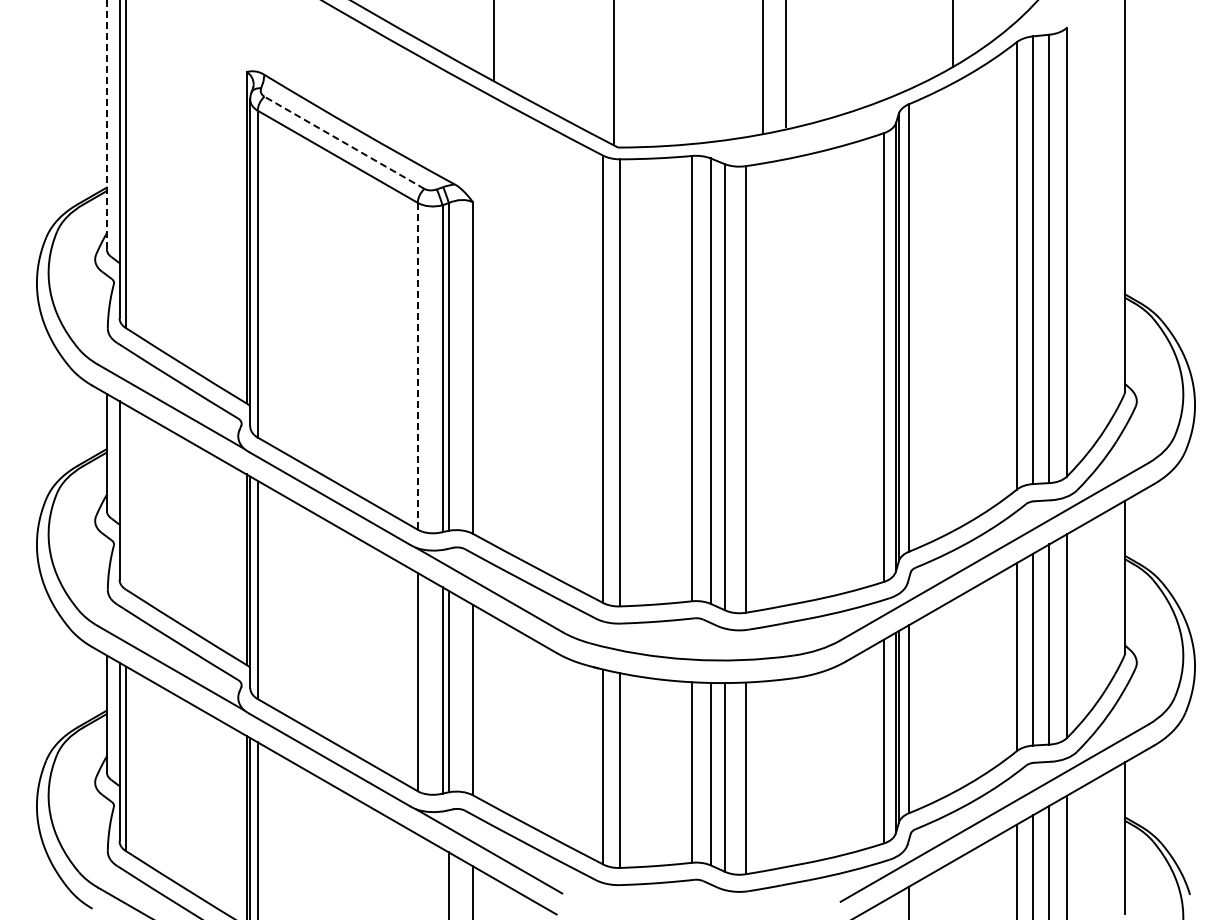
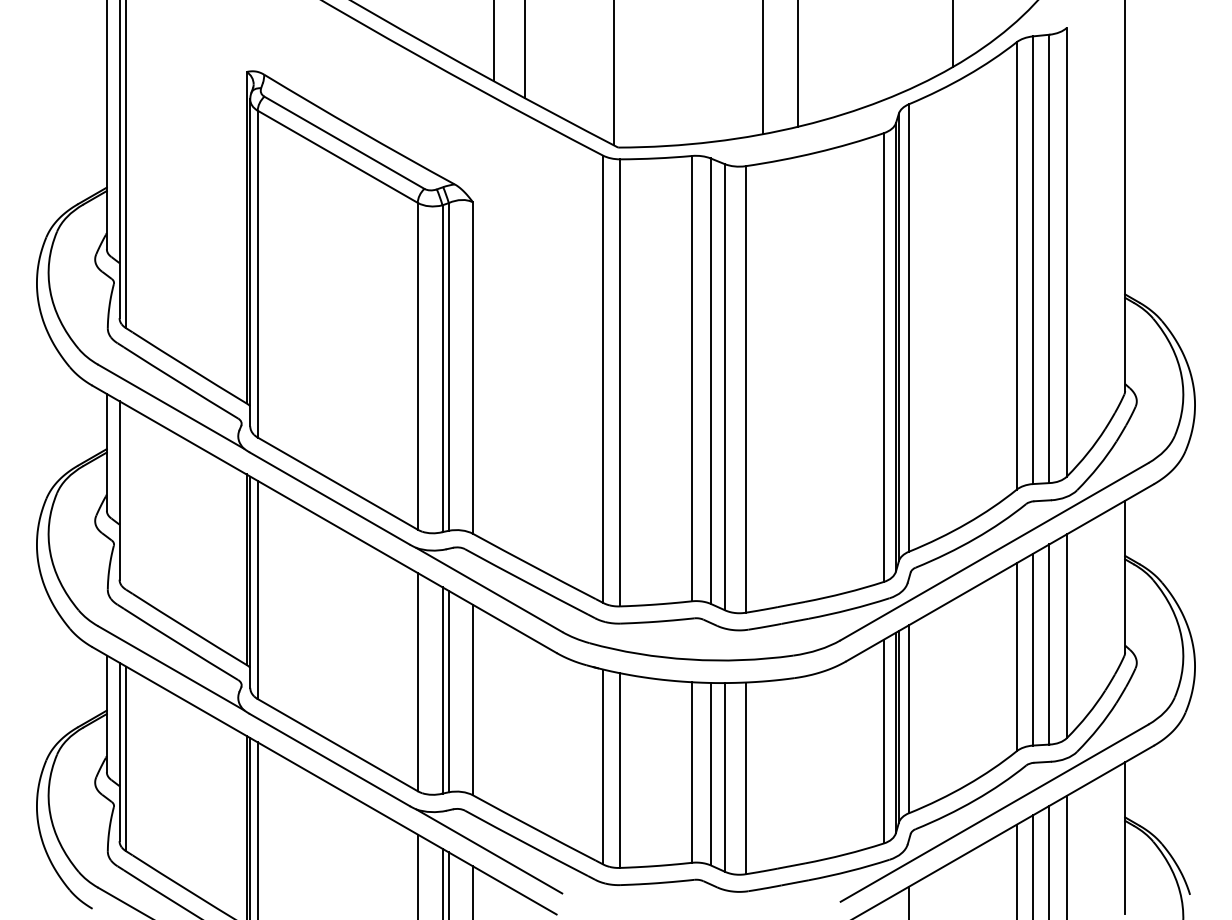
line at (525, 50): none -> present
line at (785, 64) position: (785, 64) -> (797, 64)
line at (106, 124): dashed -> solid
line at (344, 142): dashed -> solid
line at (417, 366): dashed -> solid
line at (417, 875): none -> present
line at (442, 882): none -> present
